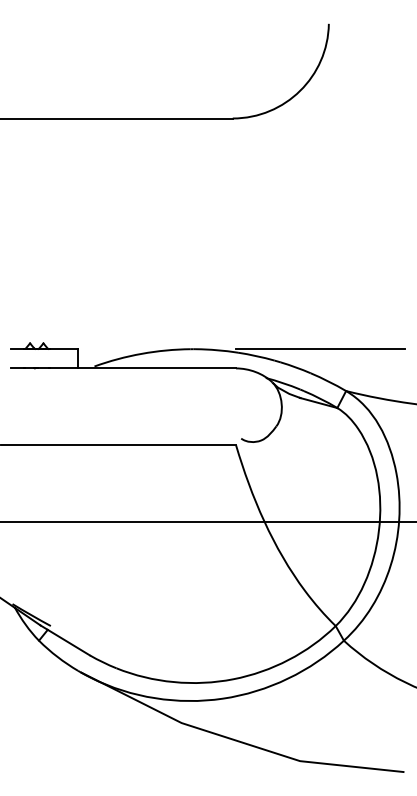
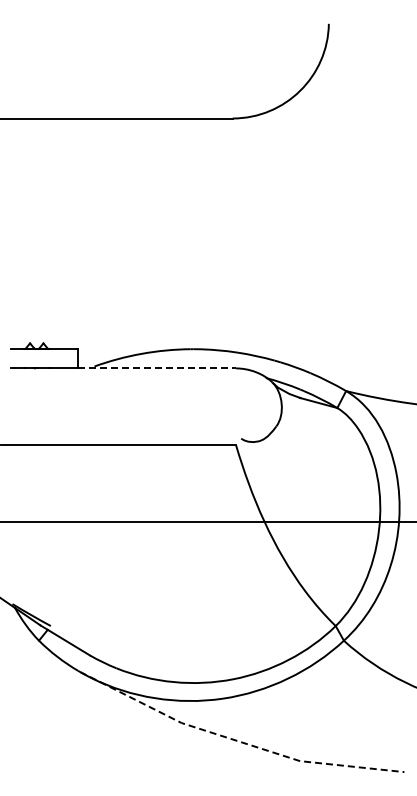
line at (320, 349): present -> none
line at (157, 368): solid -> dashed
line at (236, 740): solid -> dashed
